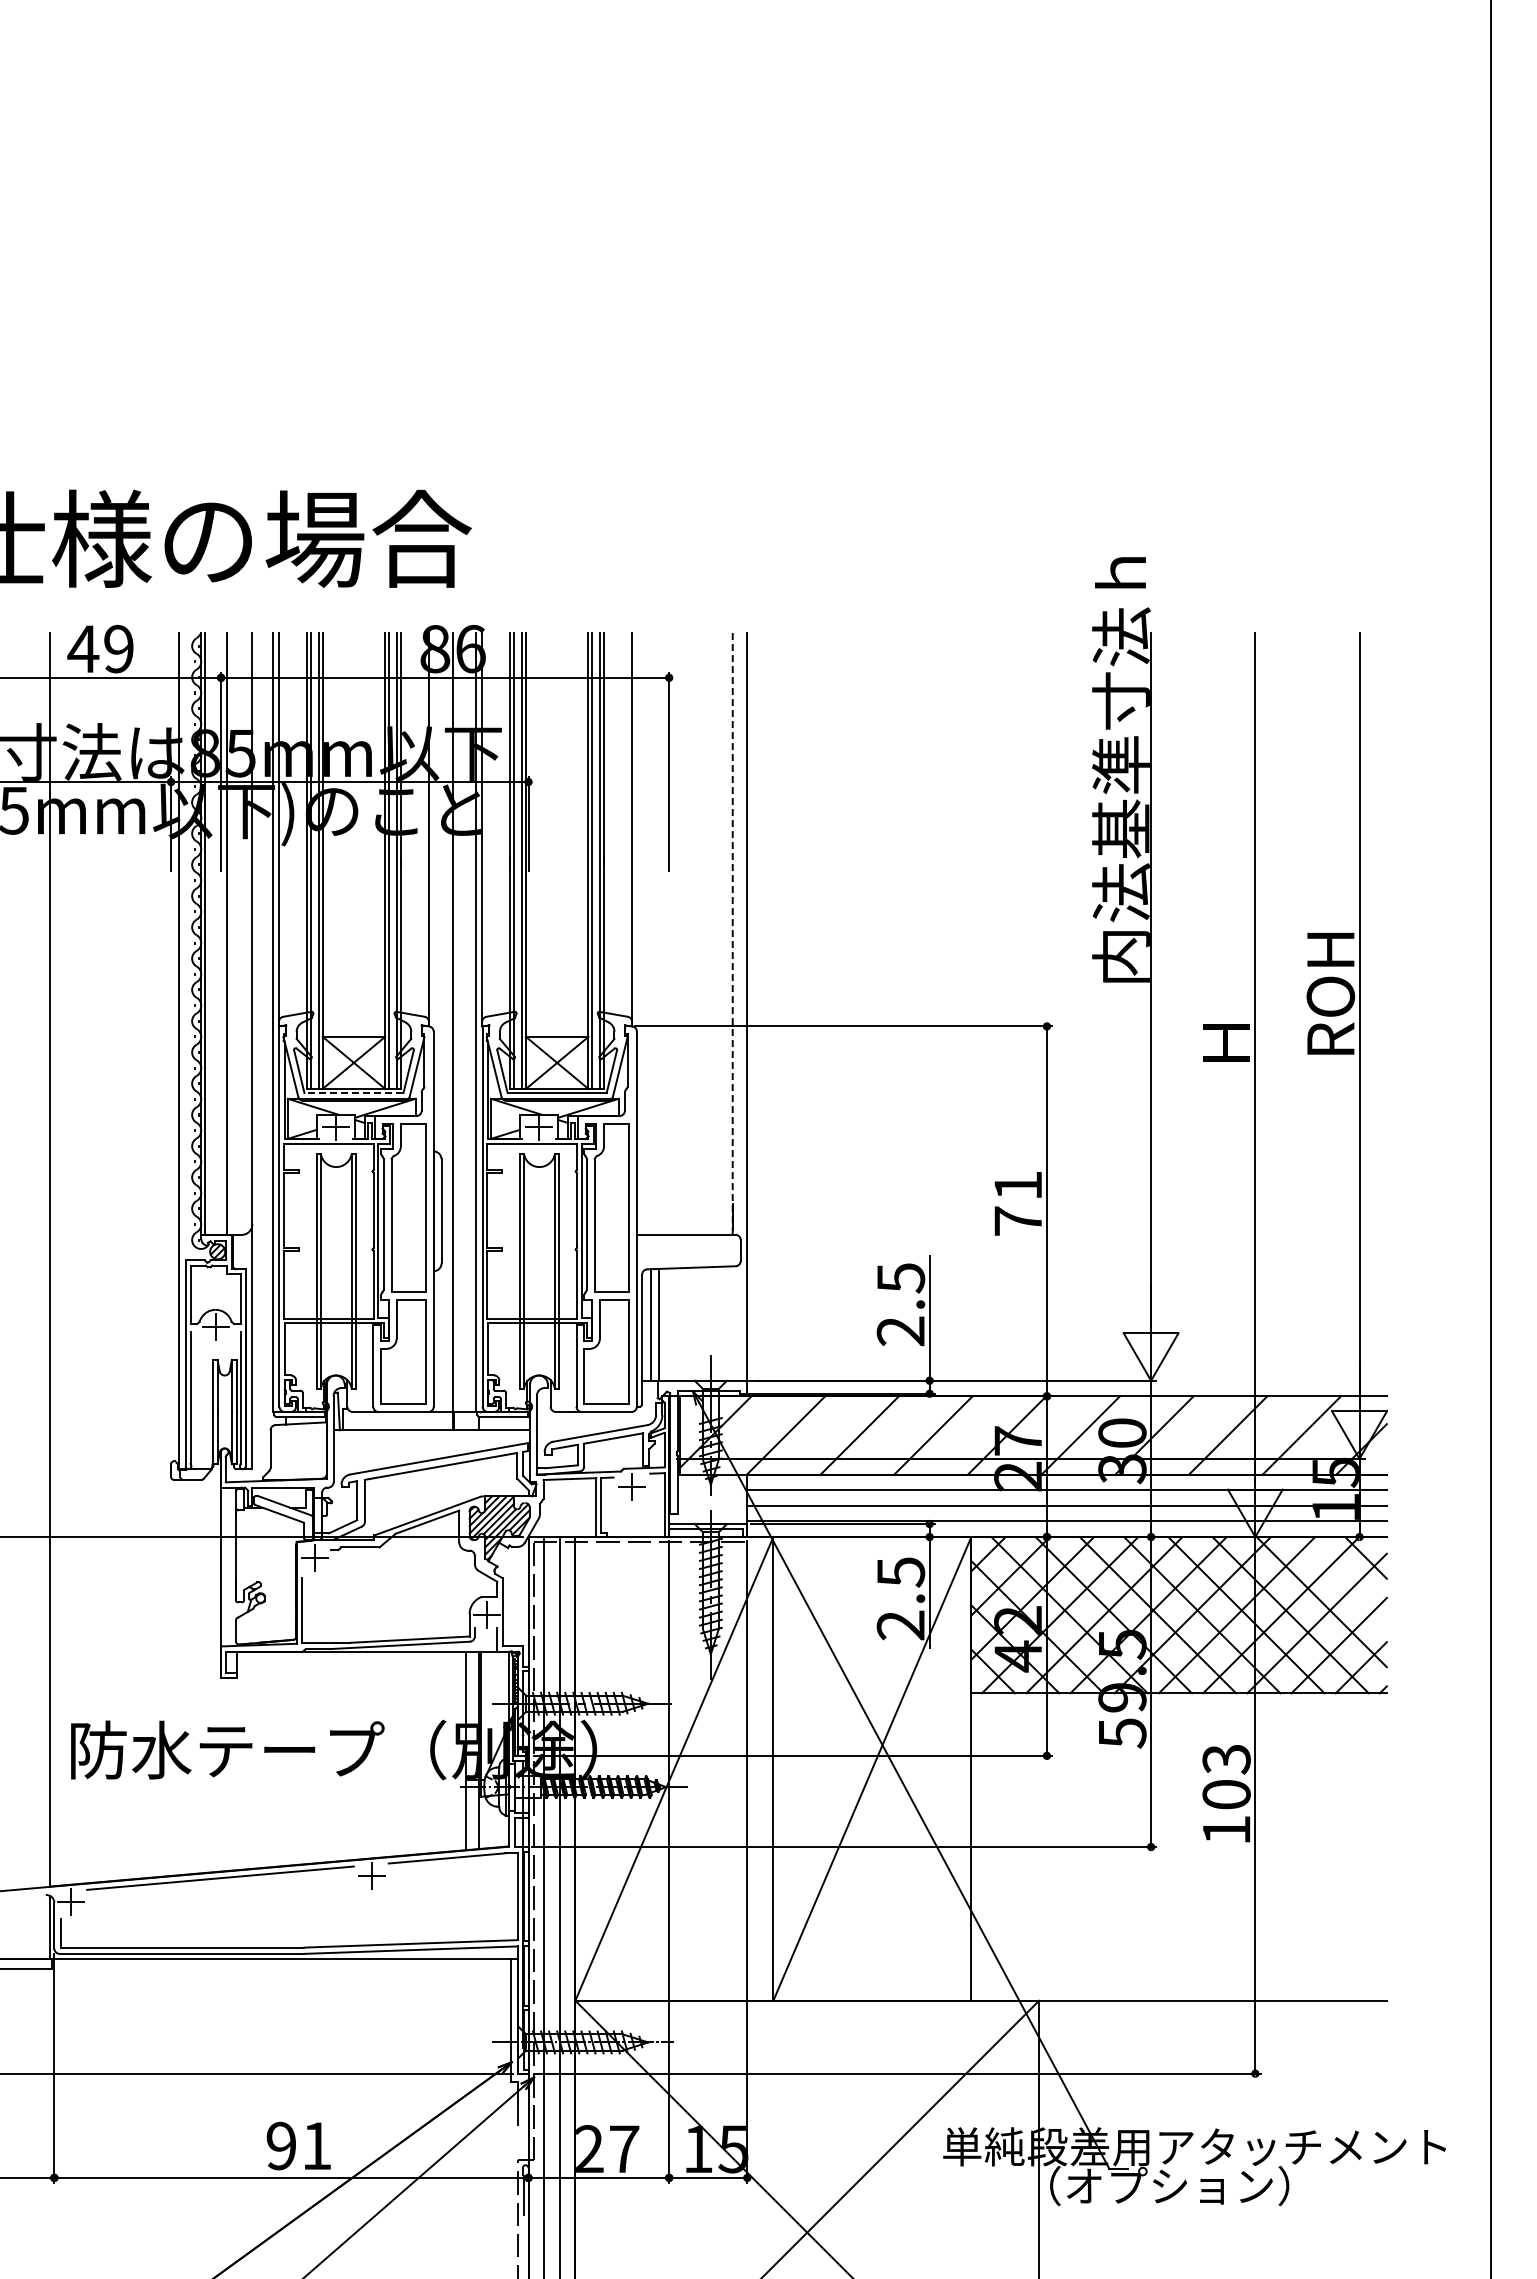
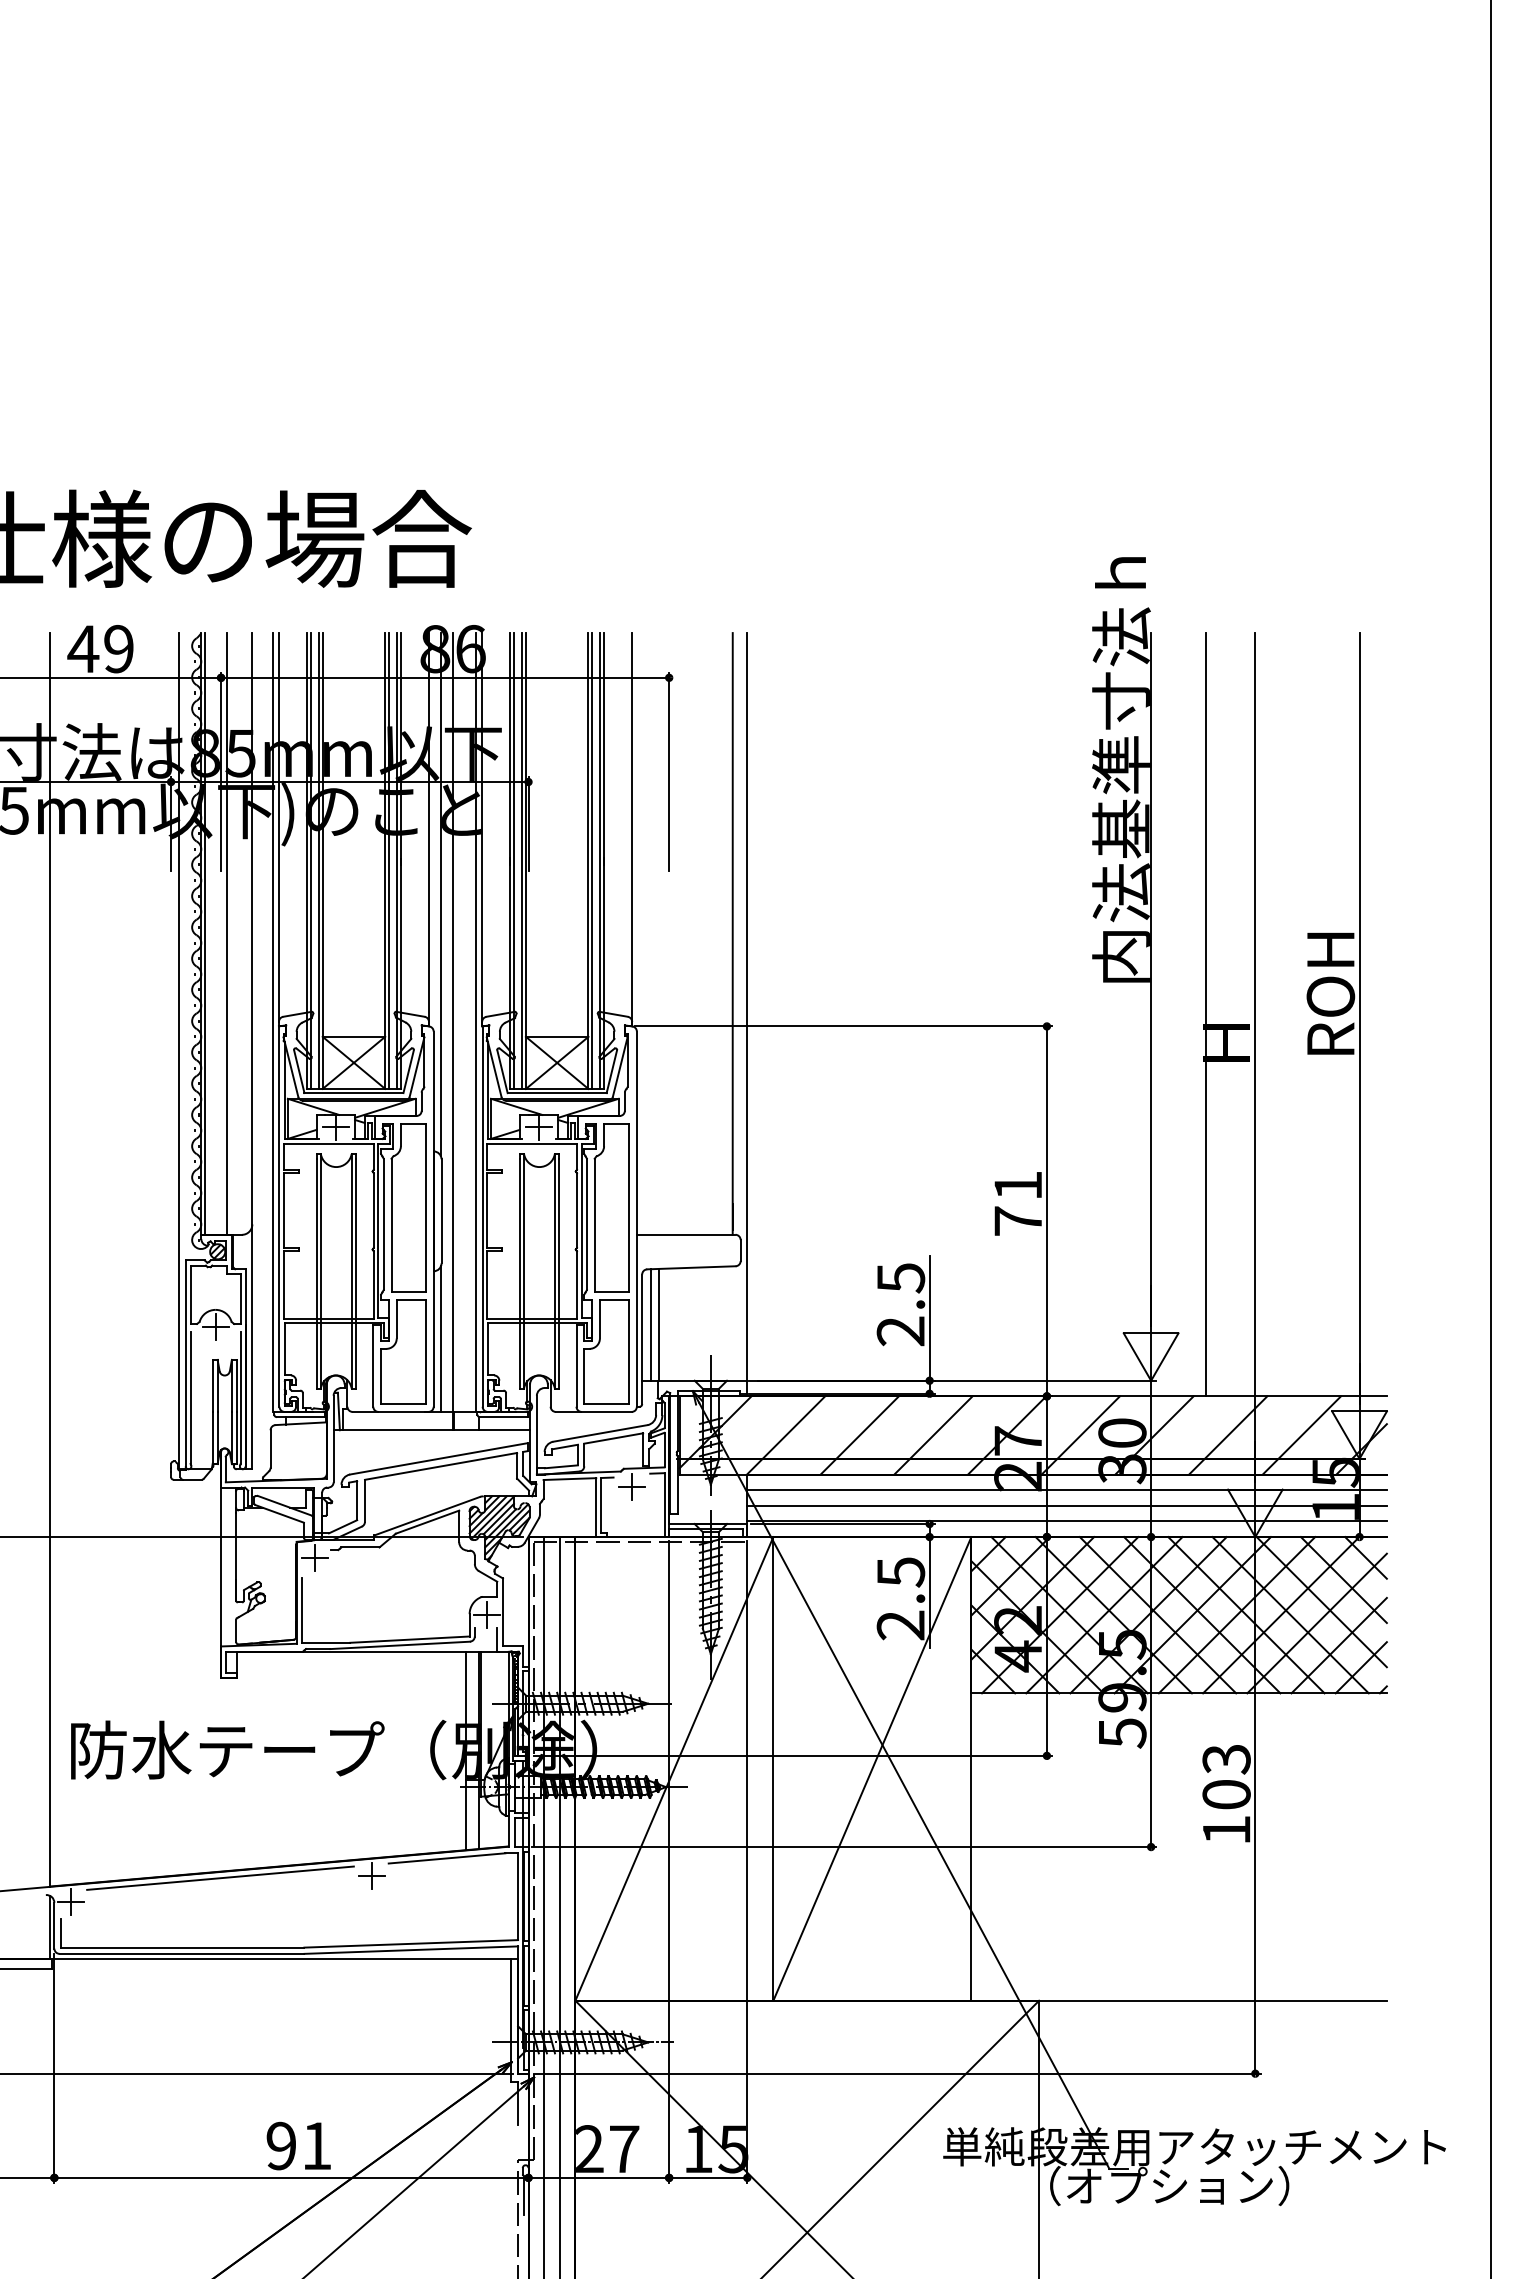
line at (440, 894): none -> present
line at (732, 933): dashed -> solid
line at (1205, 1014): none -> present
line at (353, 1093): dashed -> solid
line at (440, 1338): none -> present
line at (1343, 1580): none -> present
